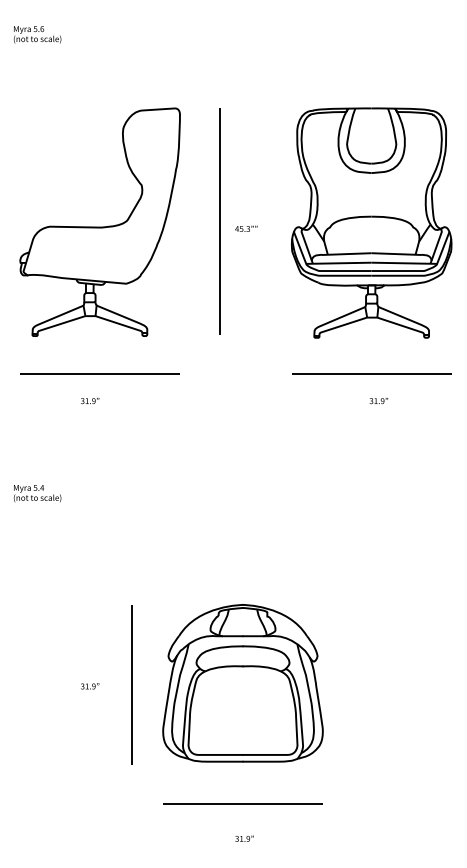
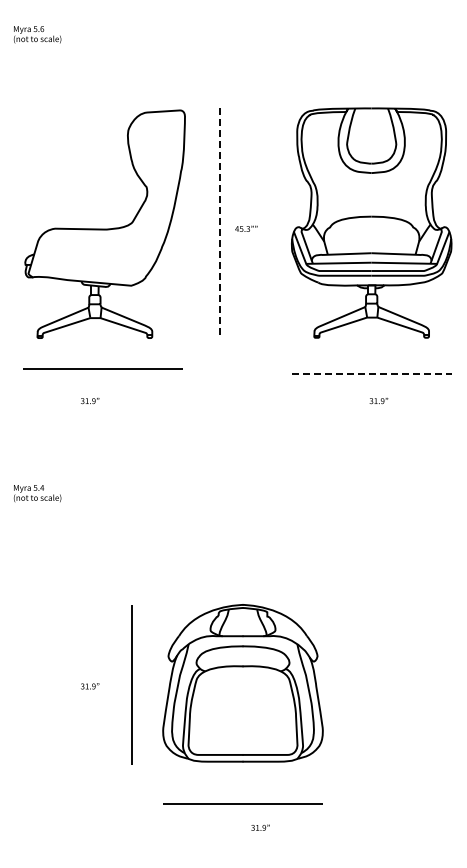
part at (99, 221) position: (99, 221) -> (104, 223)
line at (219, 222): solid -> dashed
line at (99, 373) position: (99, 373) -> (102, 368)
line at (371, 373): solid -> dashed
text at (244, 838) position: (244, 838) -> (260, 827)
